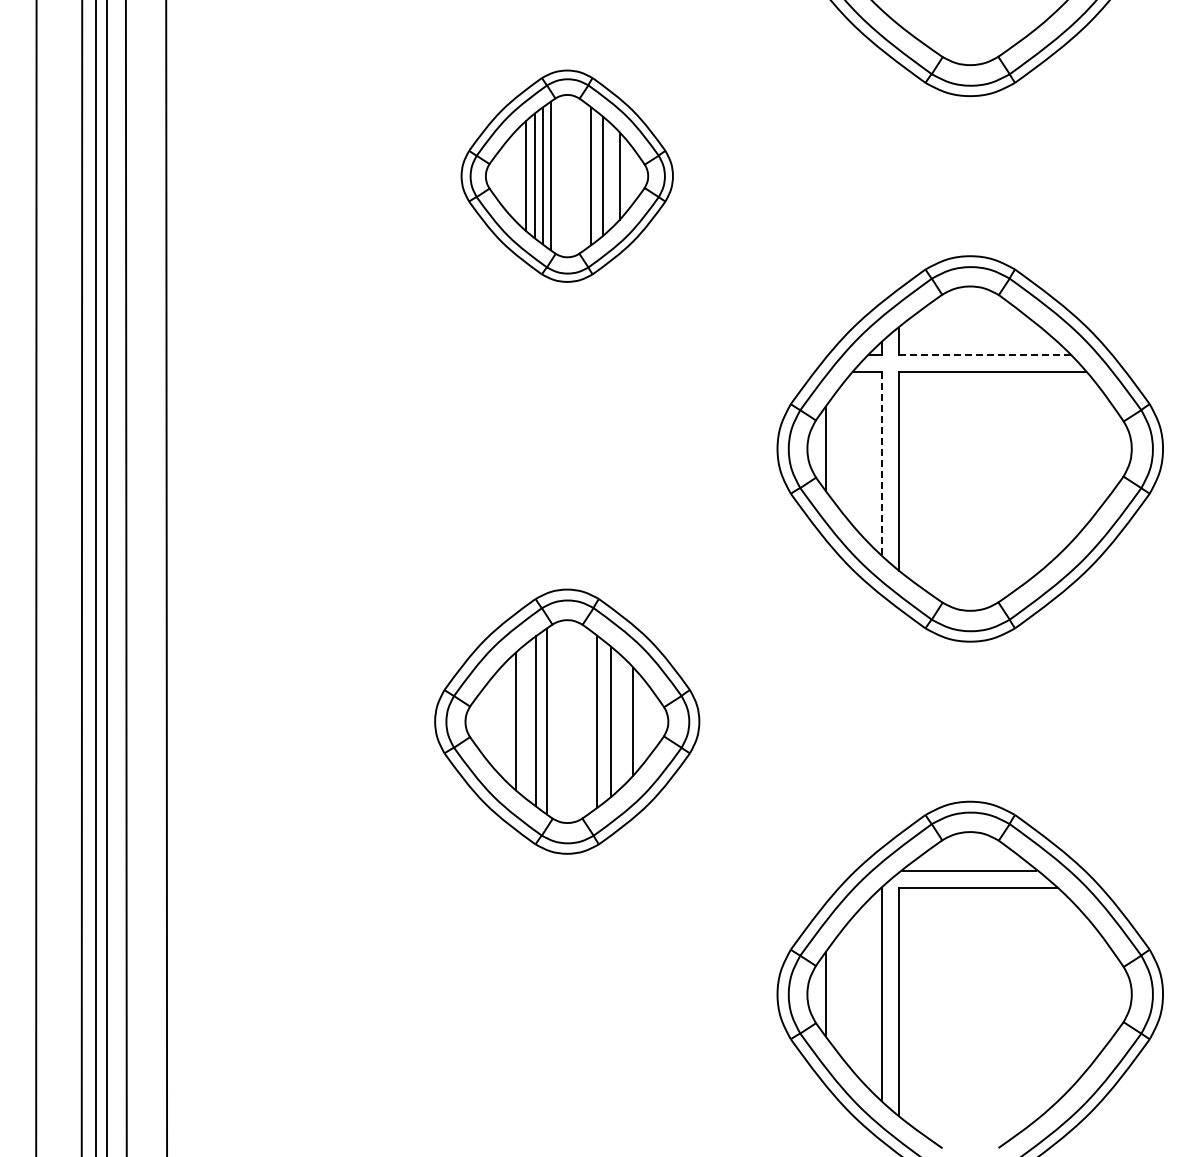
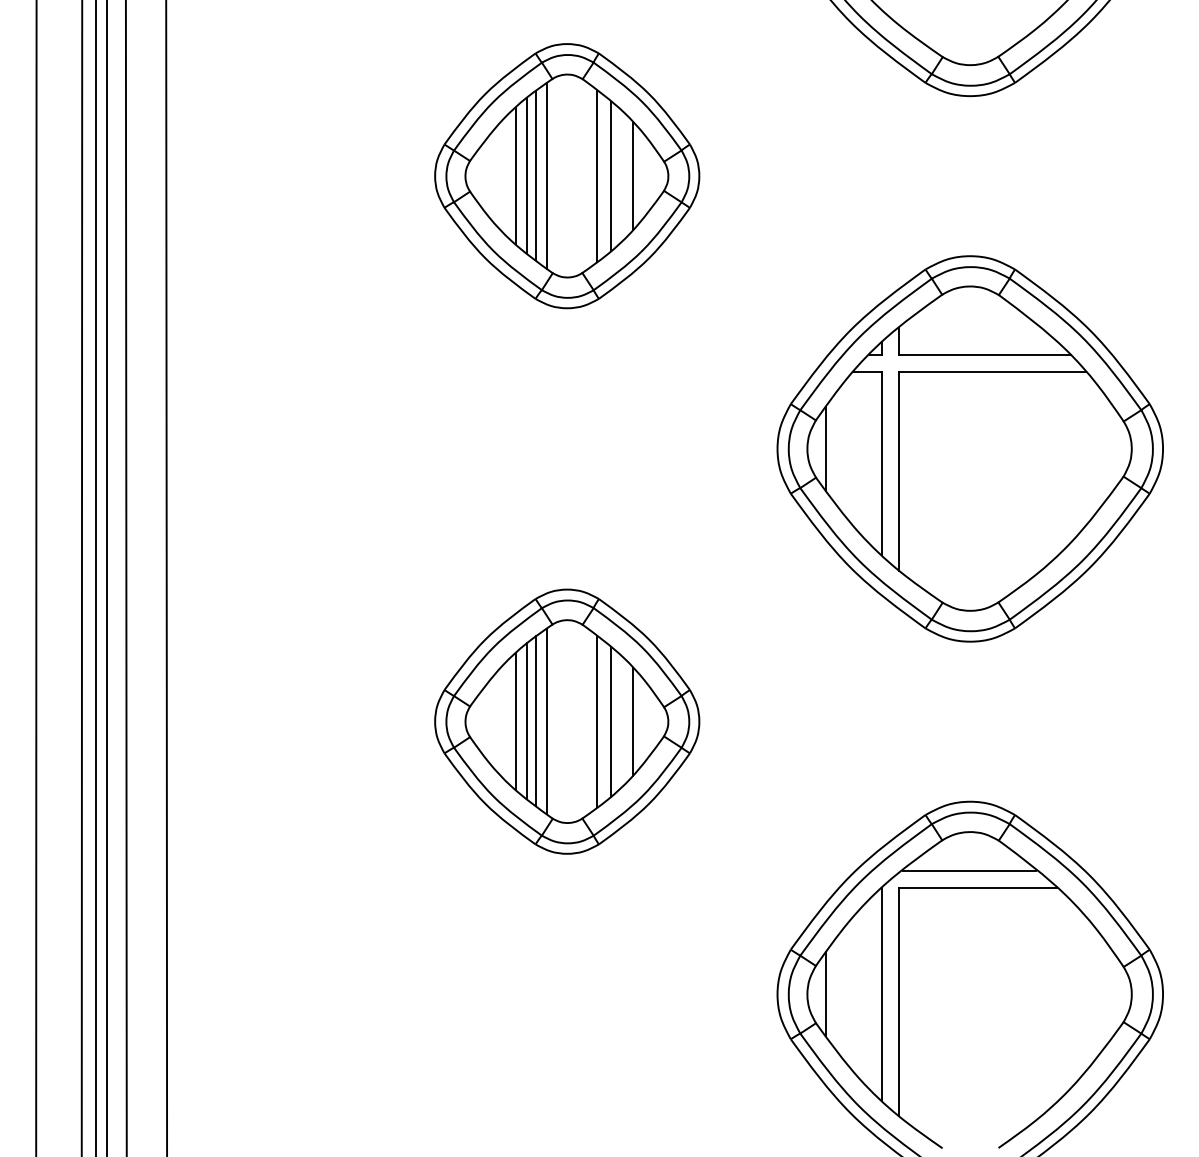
part at (566, 175) size: 214x214 px -> 267x267 px
line at (985, 355): dashed -> solid
line at (881, 464): dashed -> solid
line at (526, 720): none -> present
